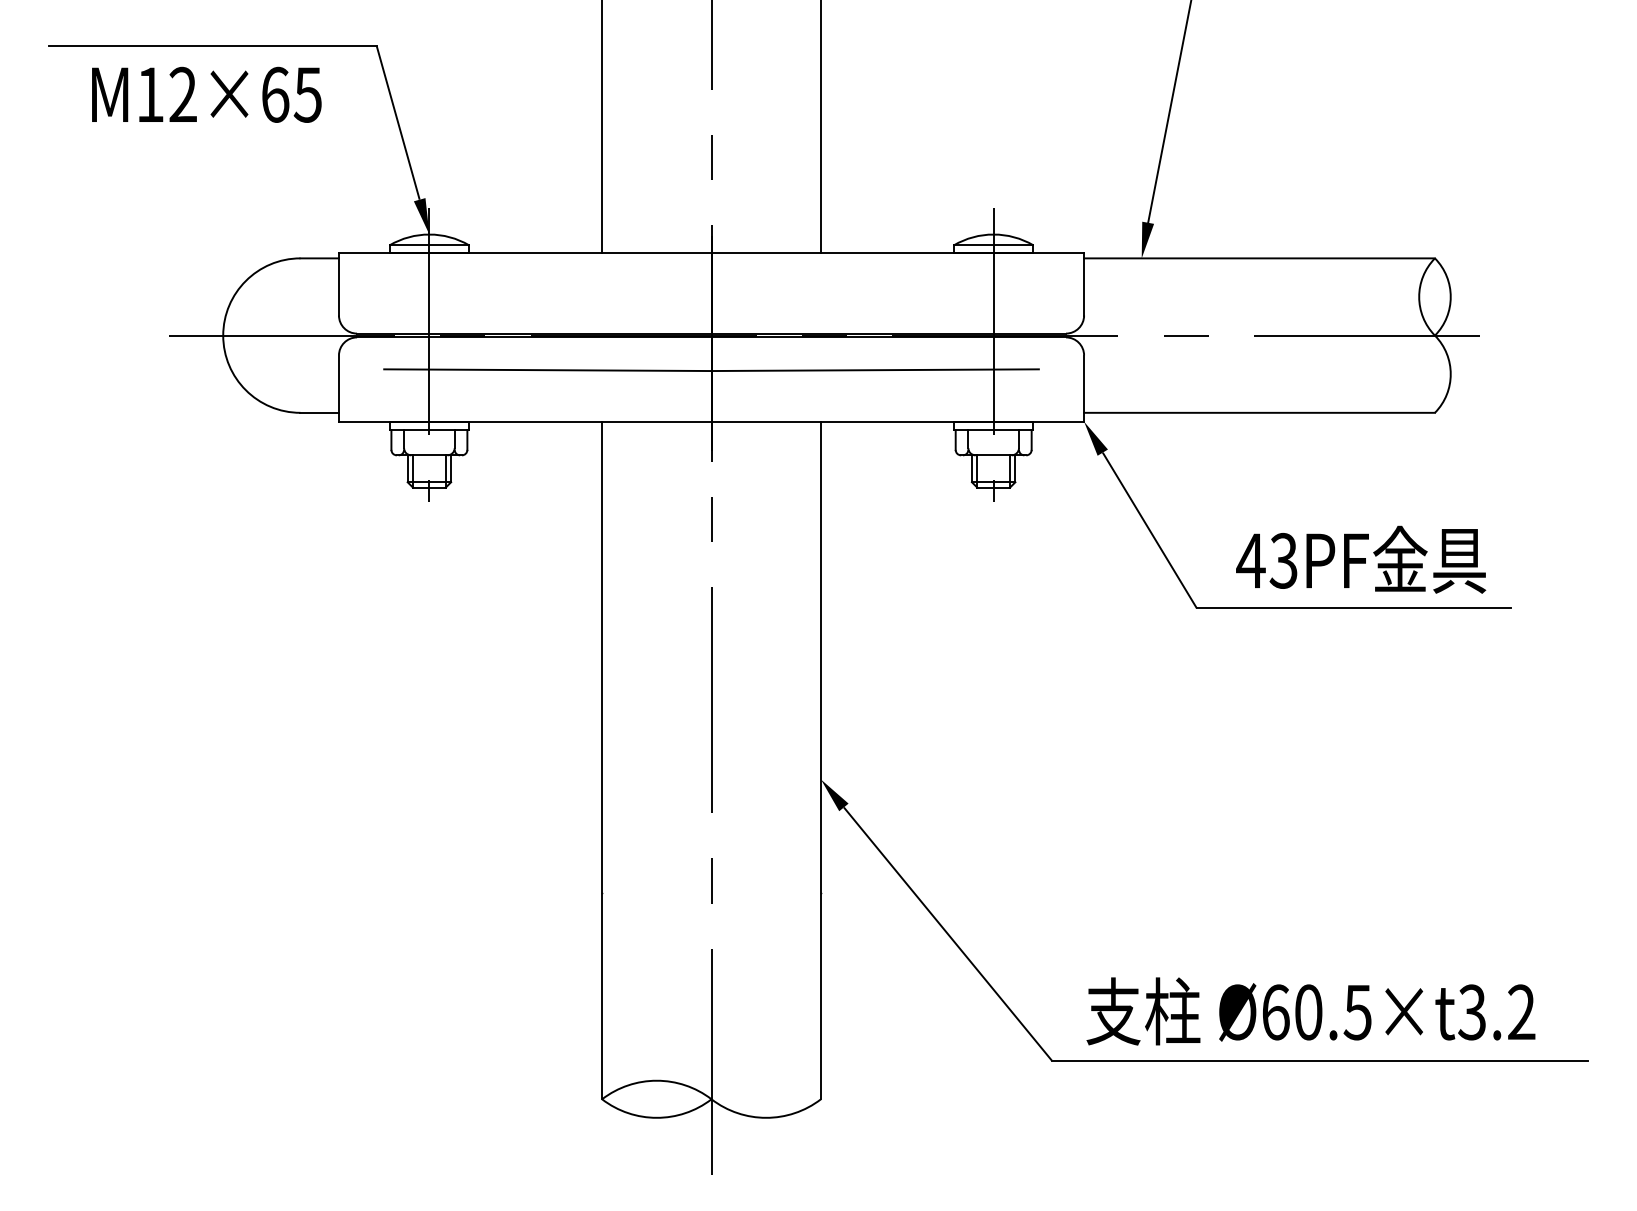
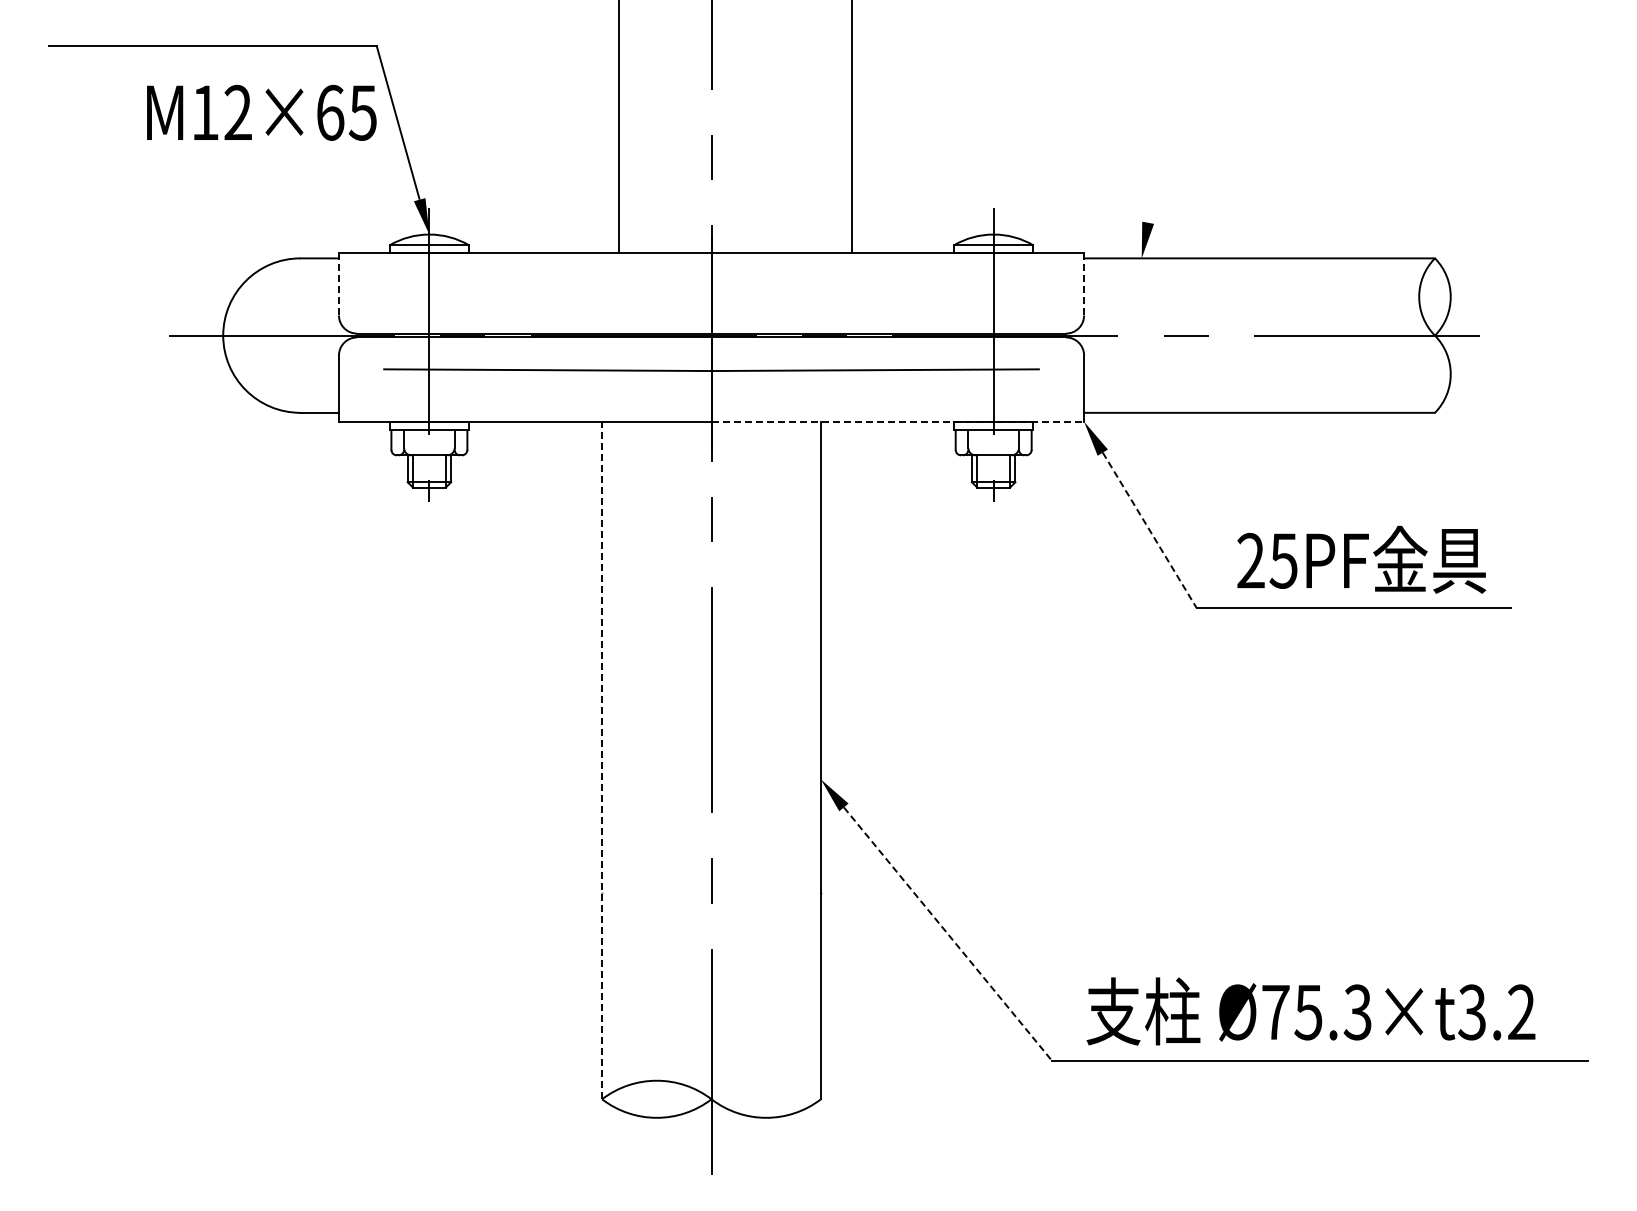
text at (206, 94) position: (206, 94) -> (261, 112)
line at (1169, 112): present -> none
line at (602, 127) position: (602, 127) -> (619, 127)
line at (820, 127) position: (820, 127) -> (851, 127)
line at (338, 284): solid -> dashed
line at (1084, 284): solid -> dashed
line at (898, 421): solid -> dashed
line at (1149, 530): solid -> dashed
text at (1266, 560): 43PF -> 25PF
line at (602, 760): solid -> dashed
line at (947, 934): solid -> dashed
text at (1316, 1012): Ø60.5×t3.2 -> Ø75.3×t3.2
